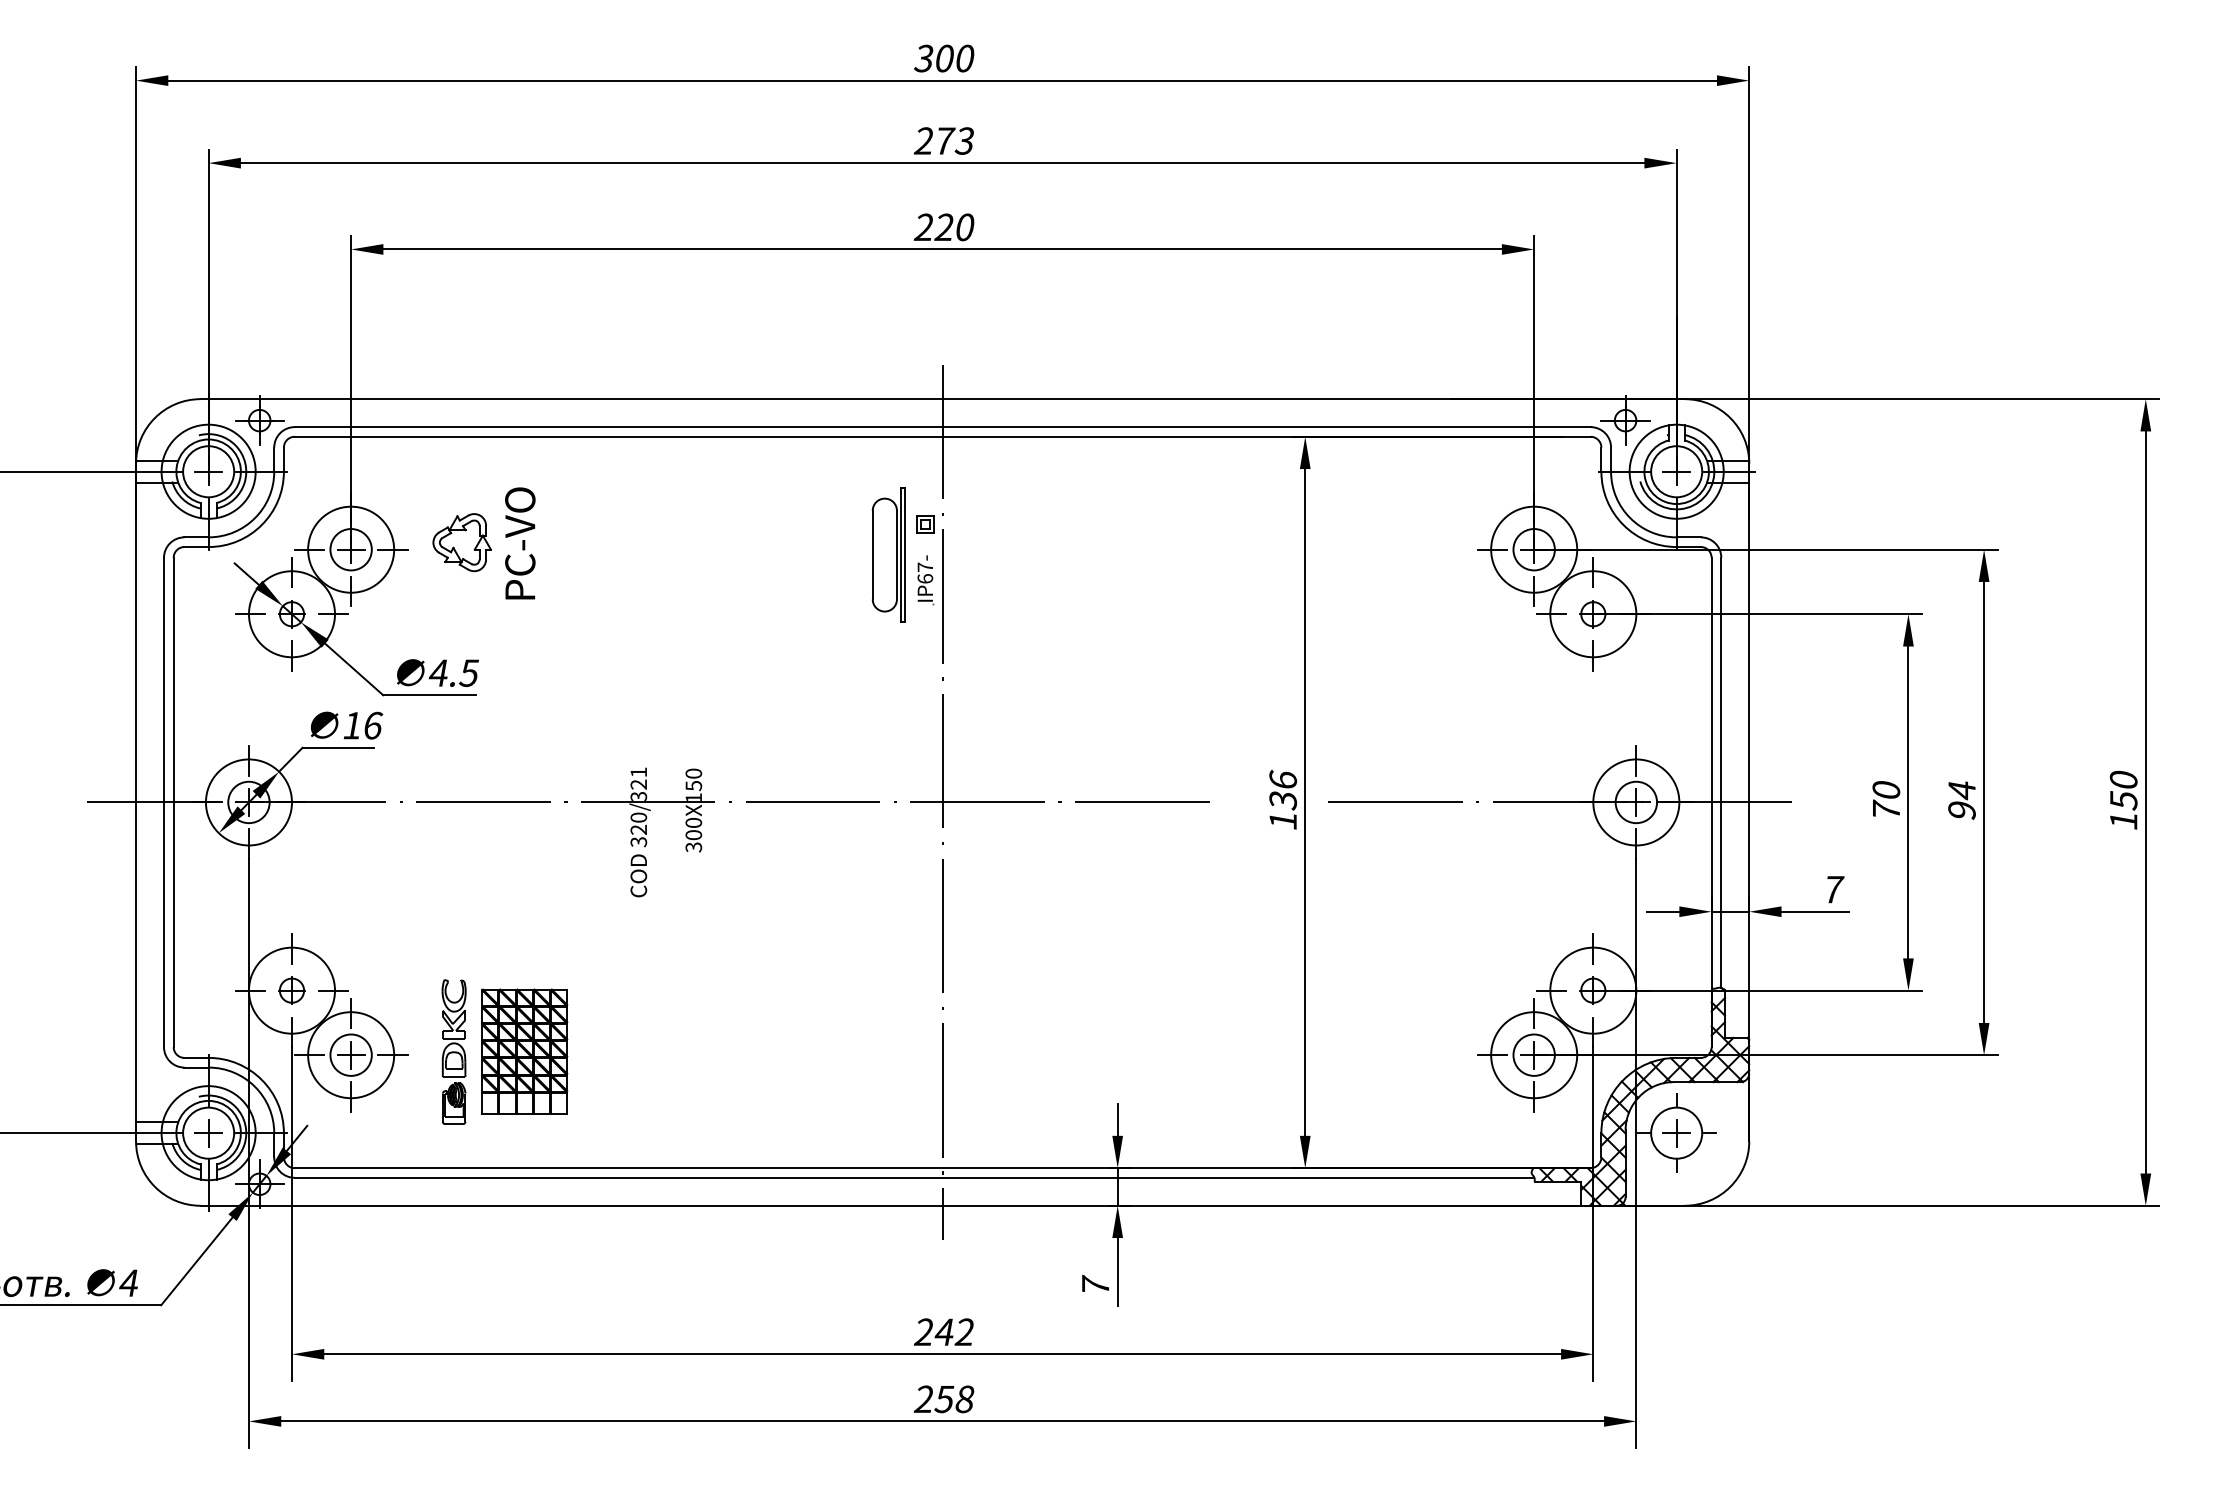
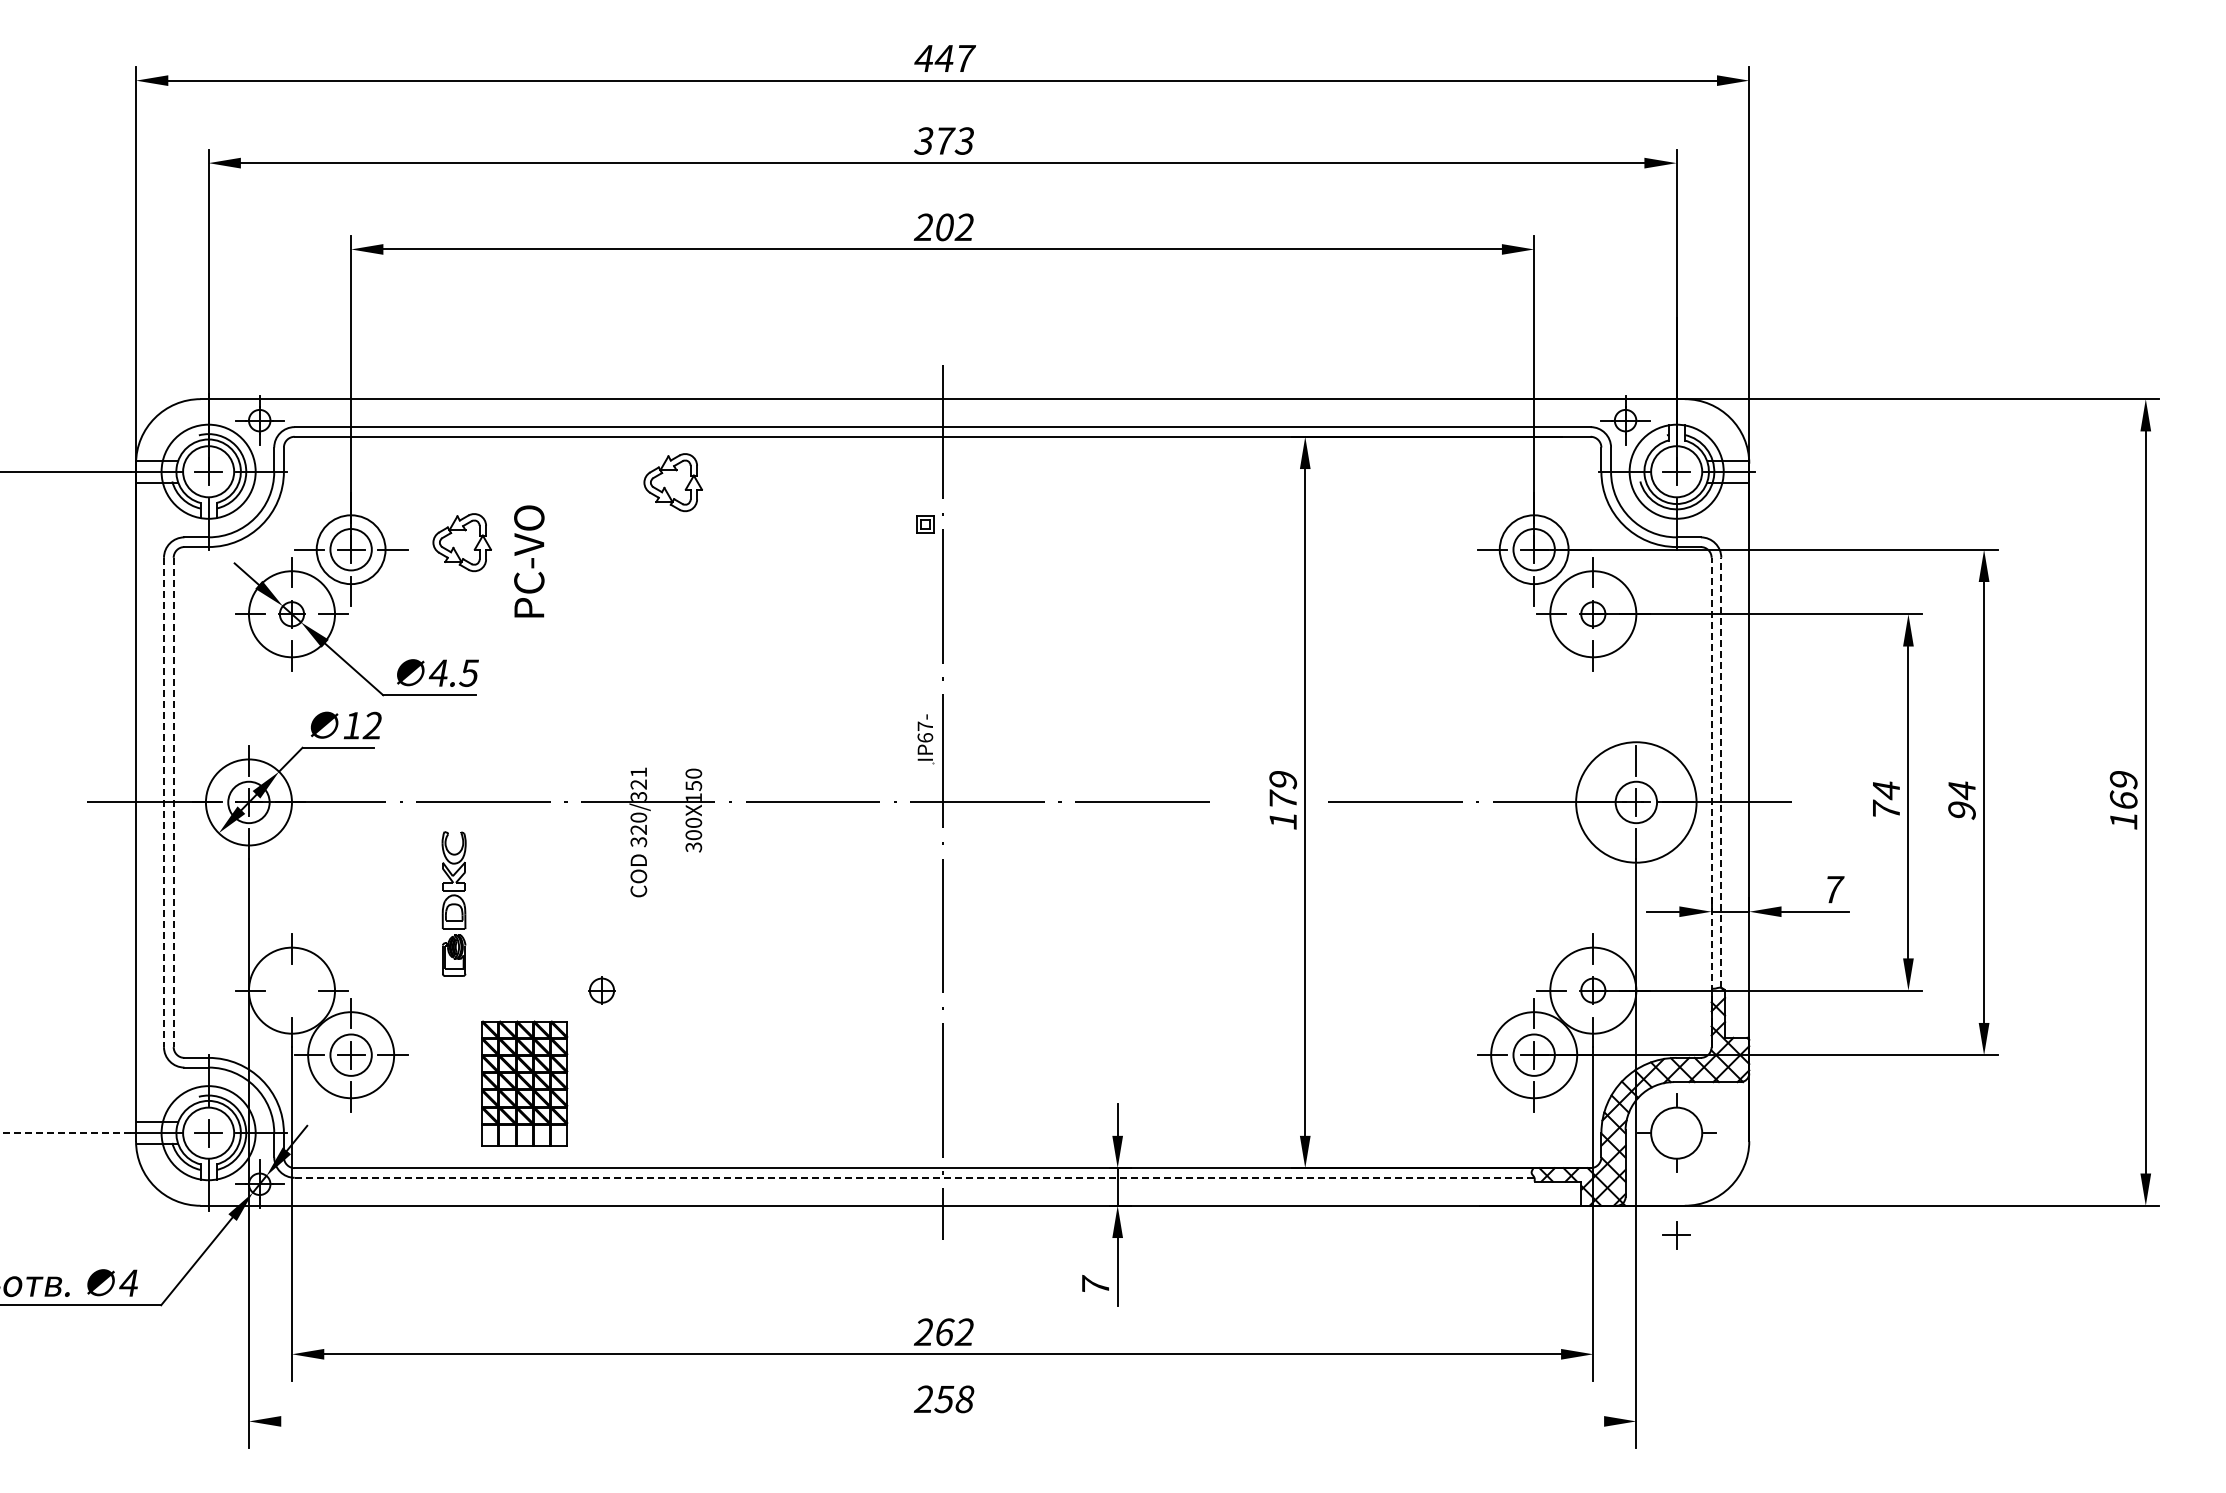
text at (945, 58): 300 -> 447
text at (923, 140): 273 -> 373
text at (954, 227): 220 -> 202
part at (672, 482): none -> present
text at (520, 543) position: (520, 543) -> (529, 561)
circle at (351, 549) diameter: 86 px -> 69 px
circle at (1534, 549) diameter: 86 px -> 69 px
part at (888, 554): present -> none
part at (925, 580) position: (925, 580) -> (925, 739)
text at (372, 725): 16 -> 12
line at (1721, 772): solid -> dashed
text at (1283, 790): 136 -> 179
text at (1886, 790): 70 -> 74
text at (2123, 790): 150 -> 169
line at (164, 802): solid -> dashed
line at (173, 802): solid -> dashed
circle at (1636, 802) diameter: 86 px -> 120 px
line at (1711, 802): solid -> dashed
part at (291, 990) position: (291, 990) -> (601, 990)
part at (453, 1051) position: (453, 1051) -> (453, 903)
part at (524, 1051) position: (524, 1051) -> (524, 1083)
line at (64, 1133): solid -> dashed
part at (1676, 1133) position: (1676, 1133) -> (1676, 1235)
line at (914, 1177): solid -> dashed
text at (944, 1332): 242 -> 262
line at (942, 1421): present -> none
